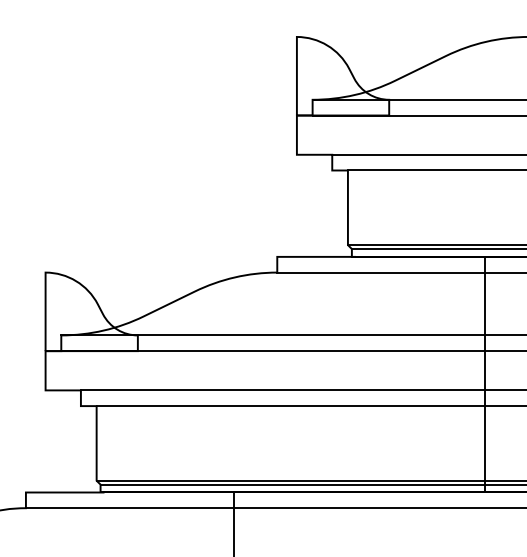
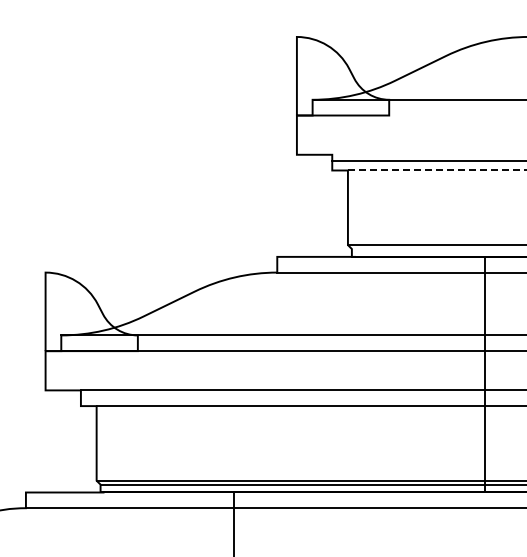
line at (417, 115): present -> none
line at (427, 154) position: (427, 154) -> (427, 160)
line at (437, 170): solid -> dashed
line at (437, 249): present -> none
